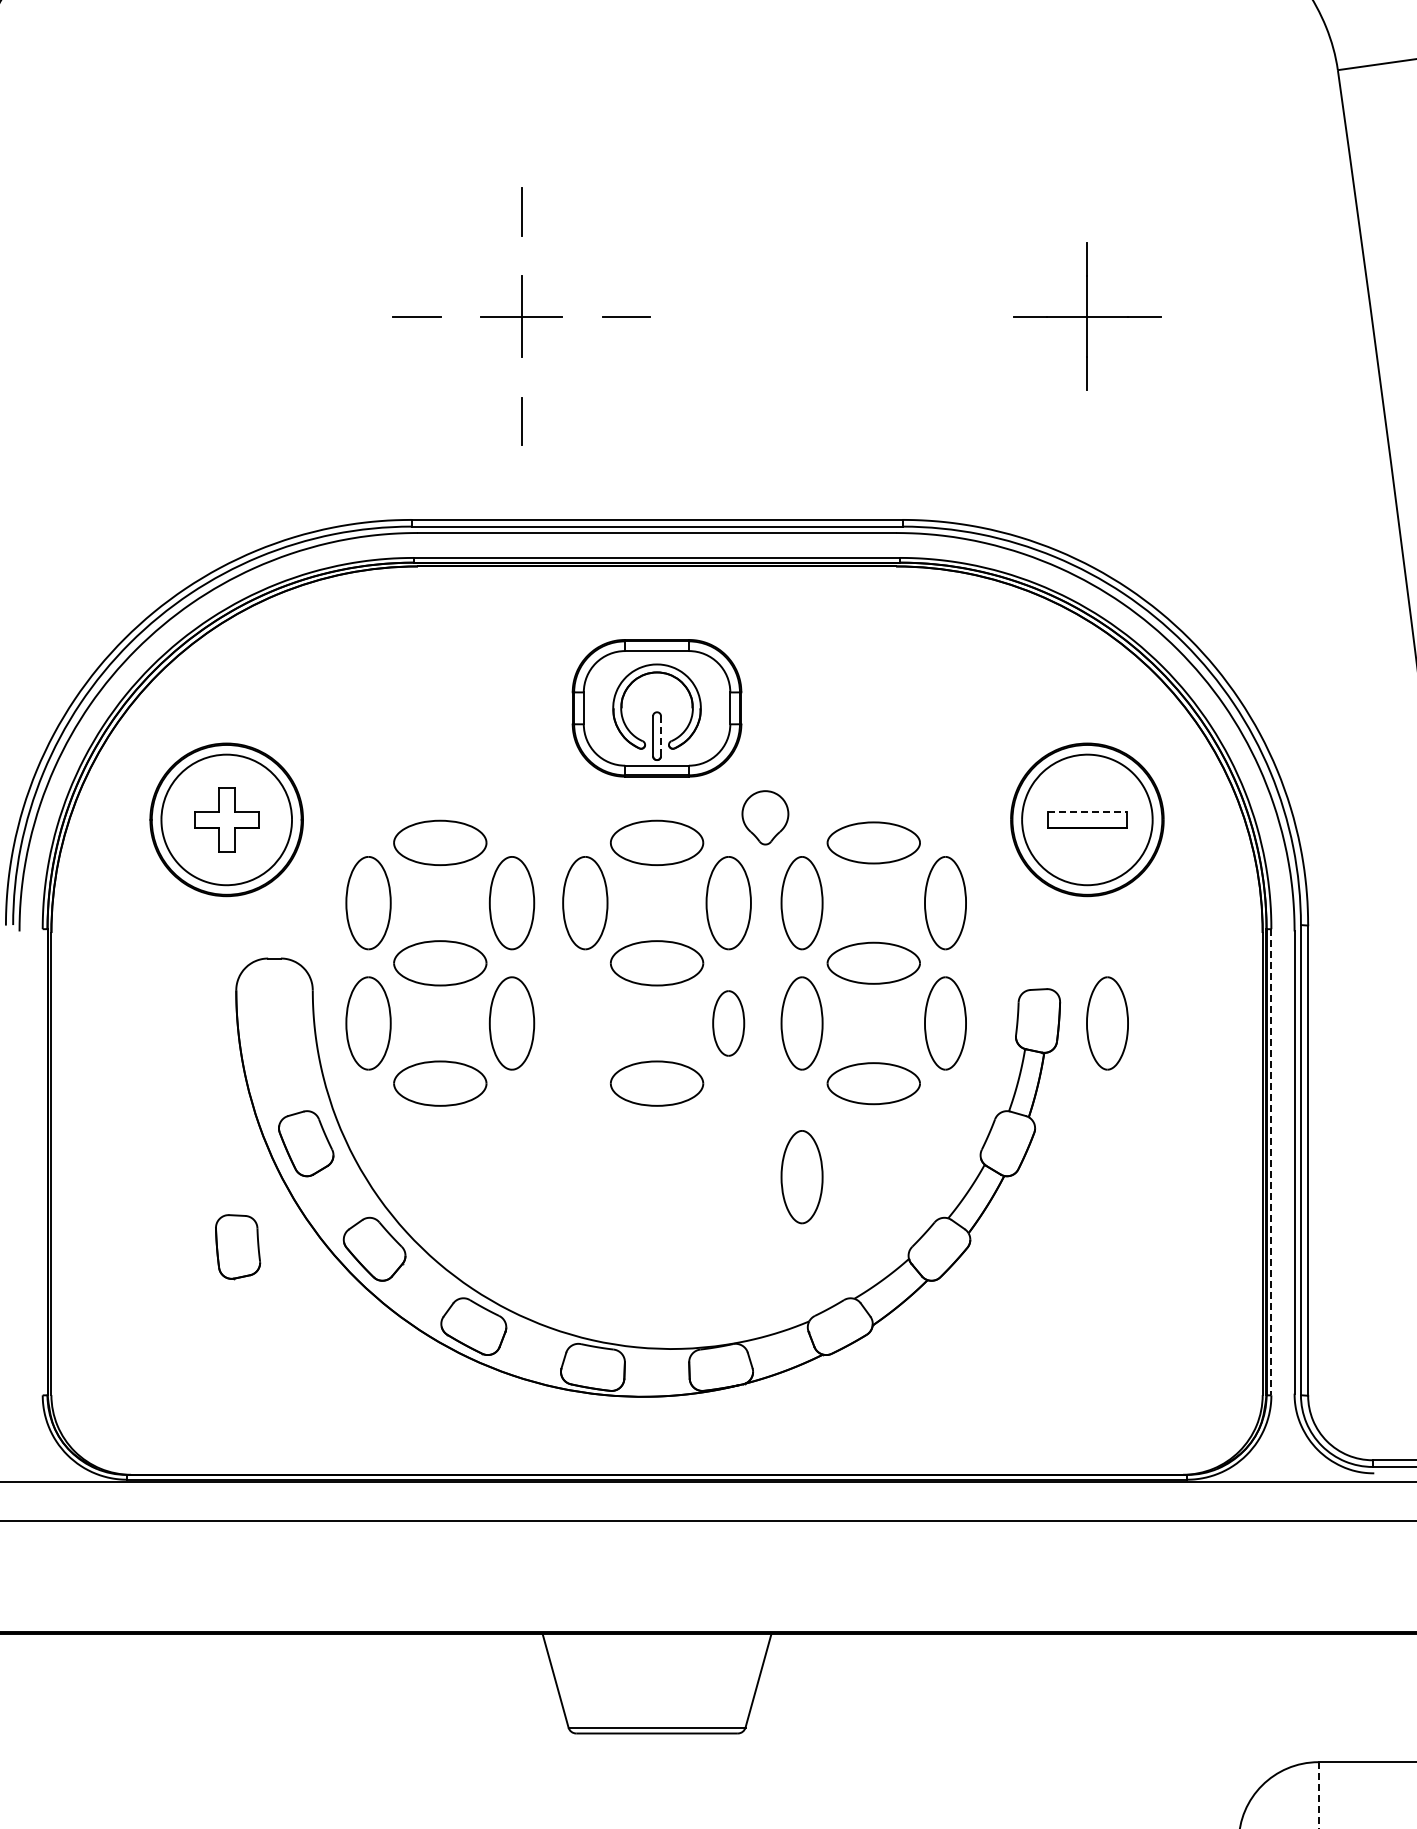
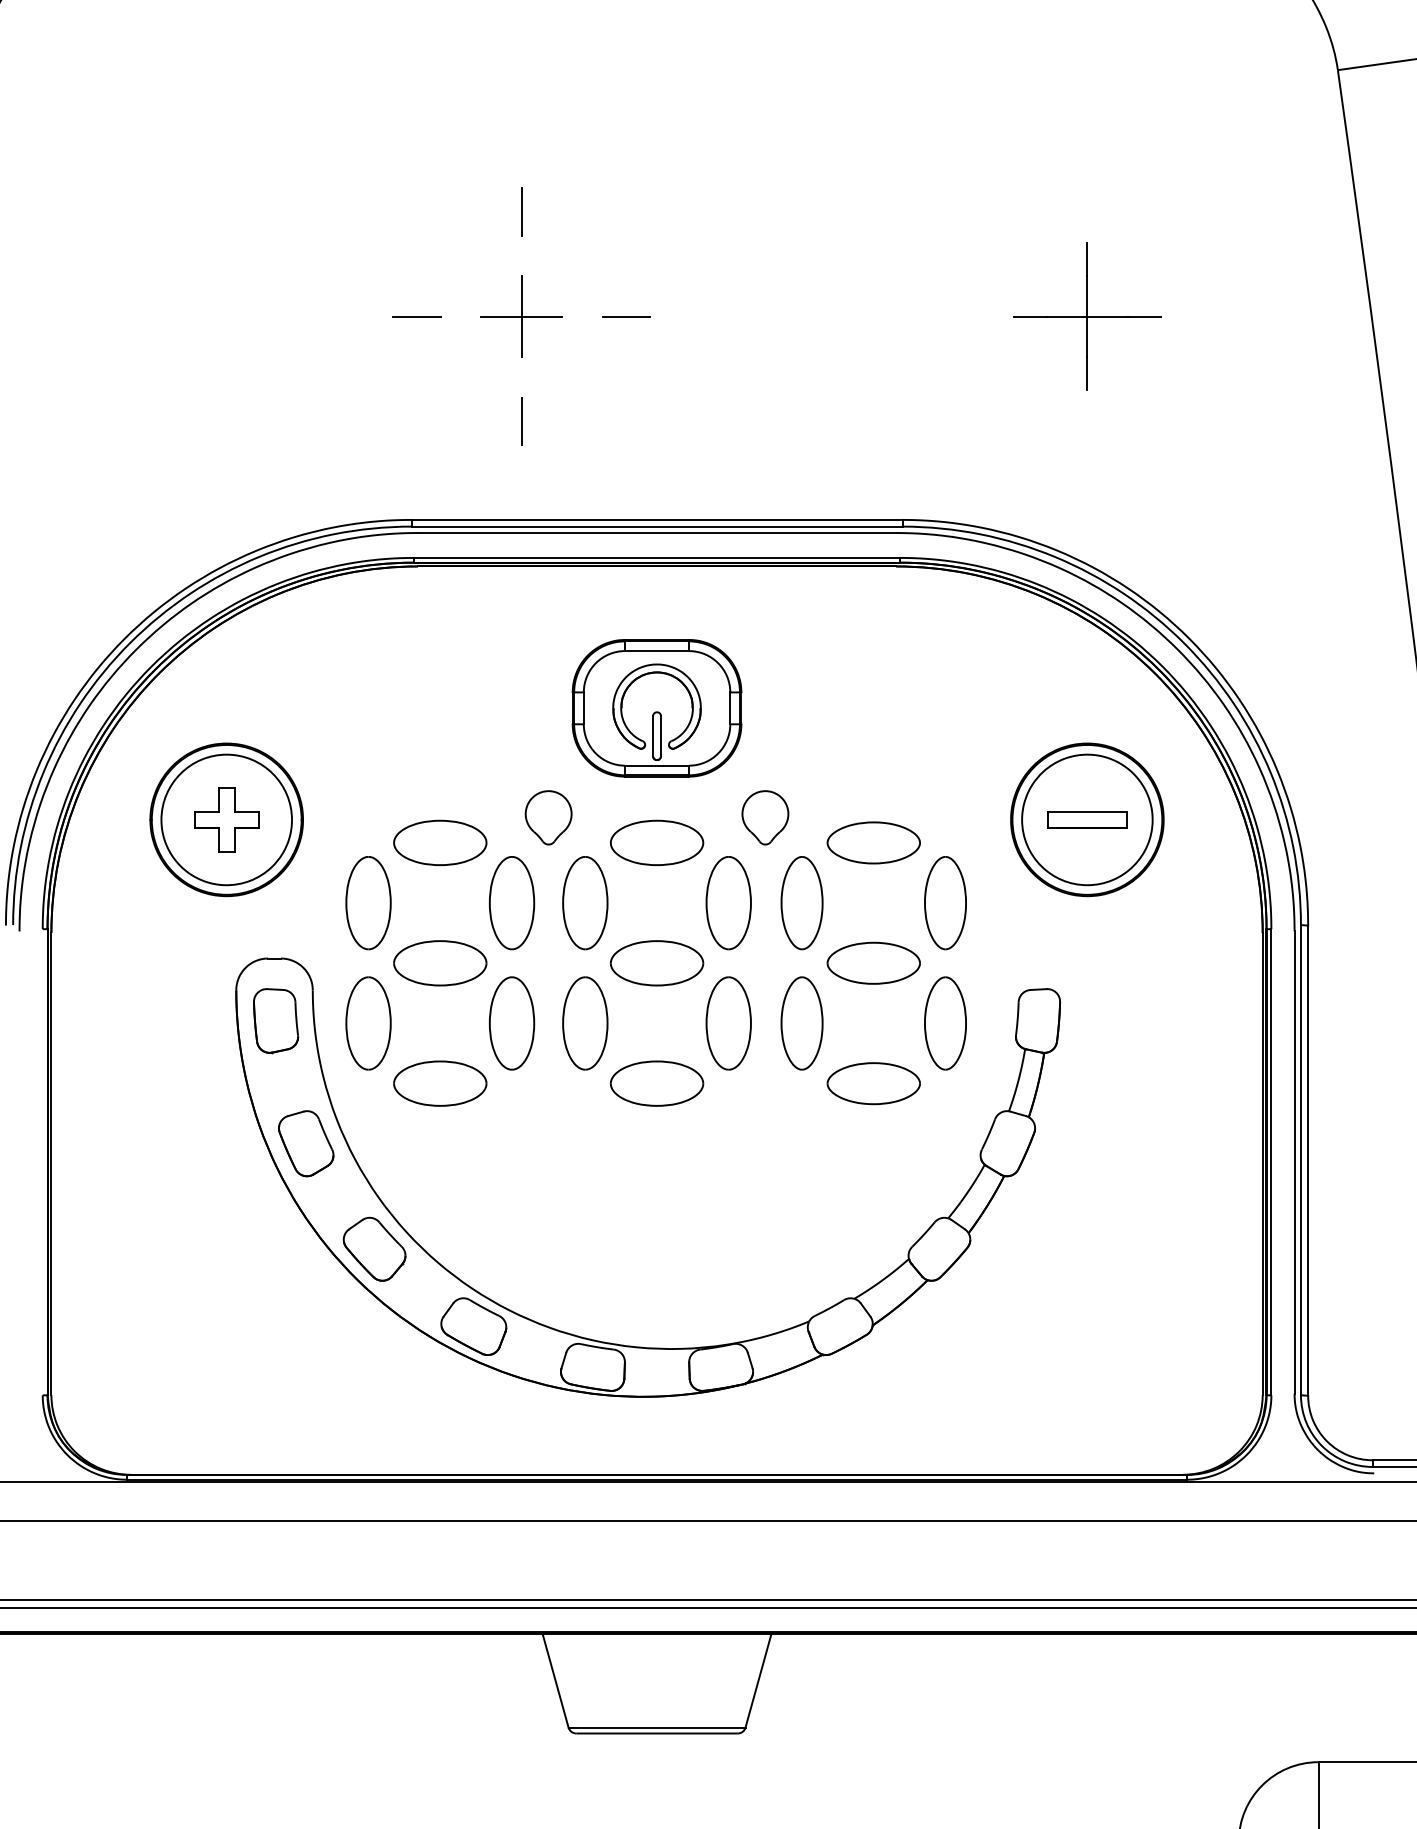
line at (661, 736): dashed -> solid
line at (1087, 811): dashed -> solid
part at (548, 817): none -> present
part at (585, 1023): none -> present
part at (728, 1023) size: 34x67 px -> 47x95 px
part at (1107, 1023): present -> none
line at (1271, 1162): dashed -> solid
part at (801, 1177): present -> none
part at (238, 1247) position: (238, 1247) -> (276, 1021)
line at (707, 1600): none -> present
line at (707, 1608): none -> present
line at (1318, 1796): dashed -> solid
